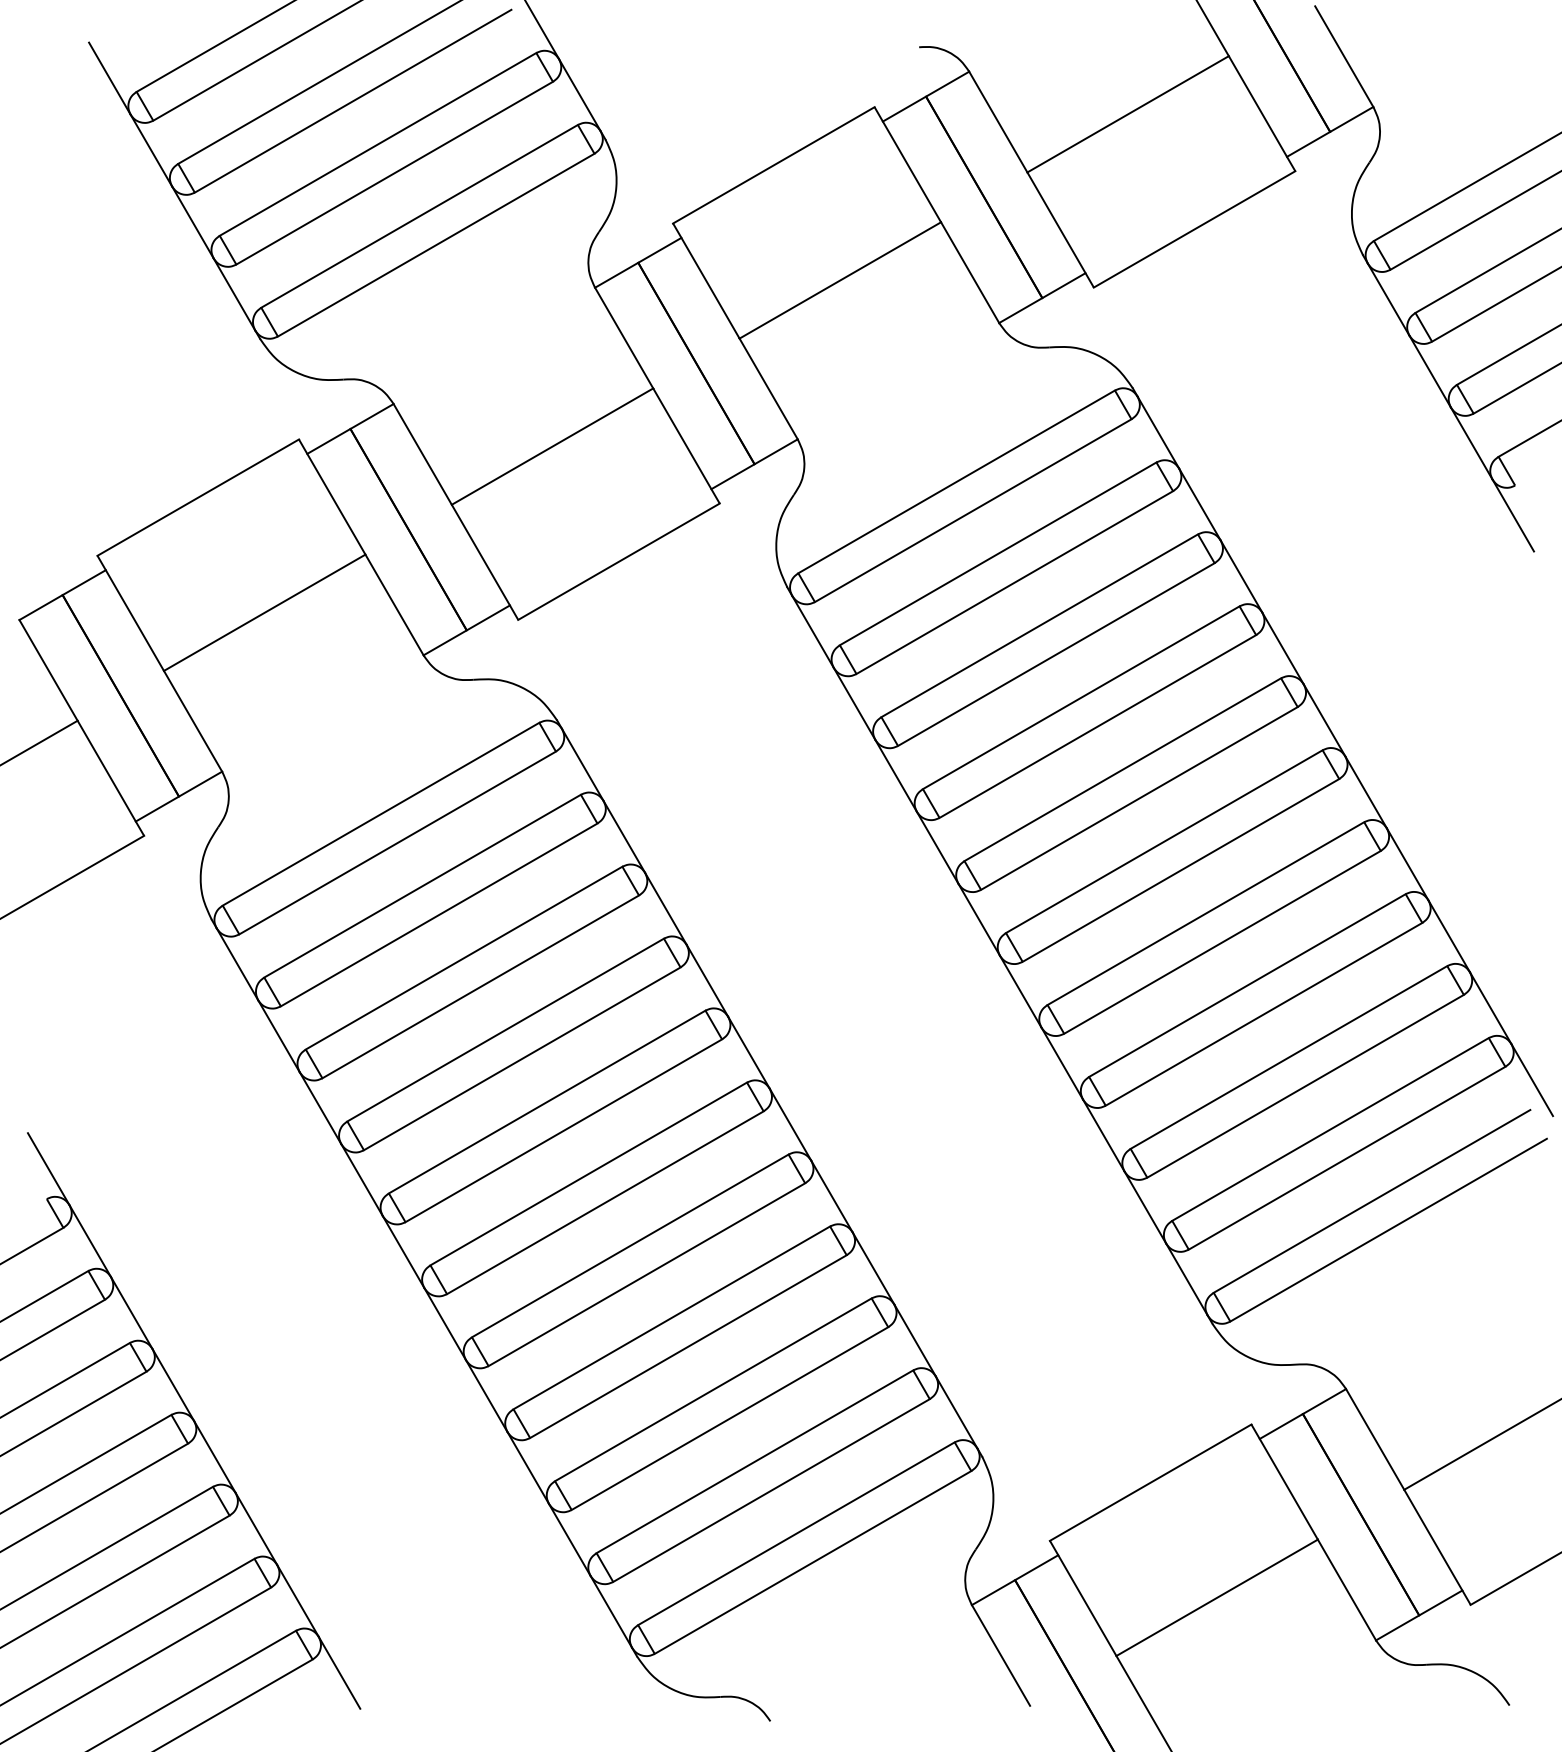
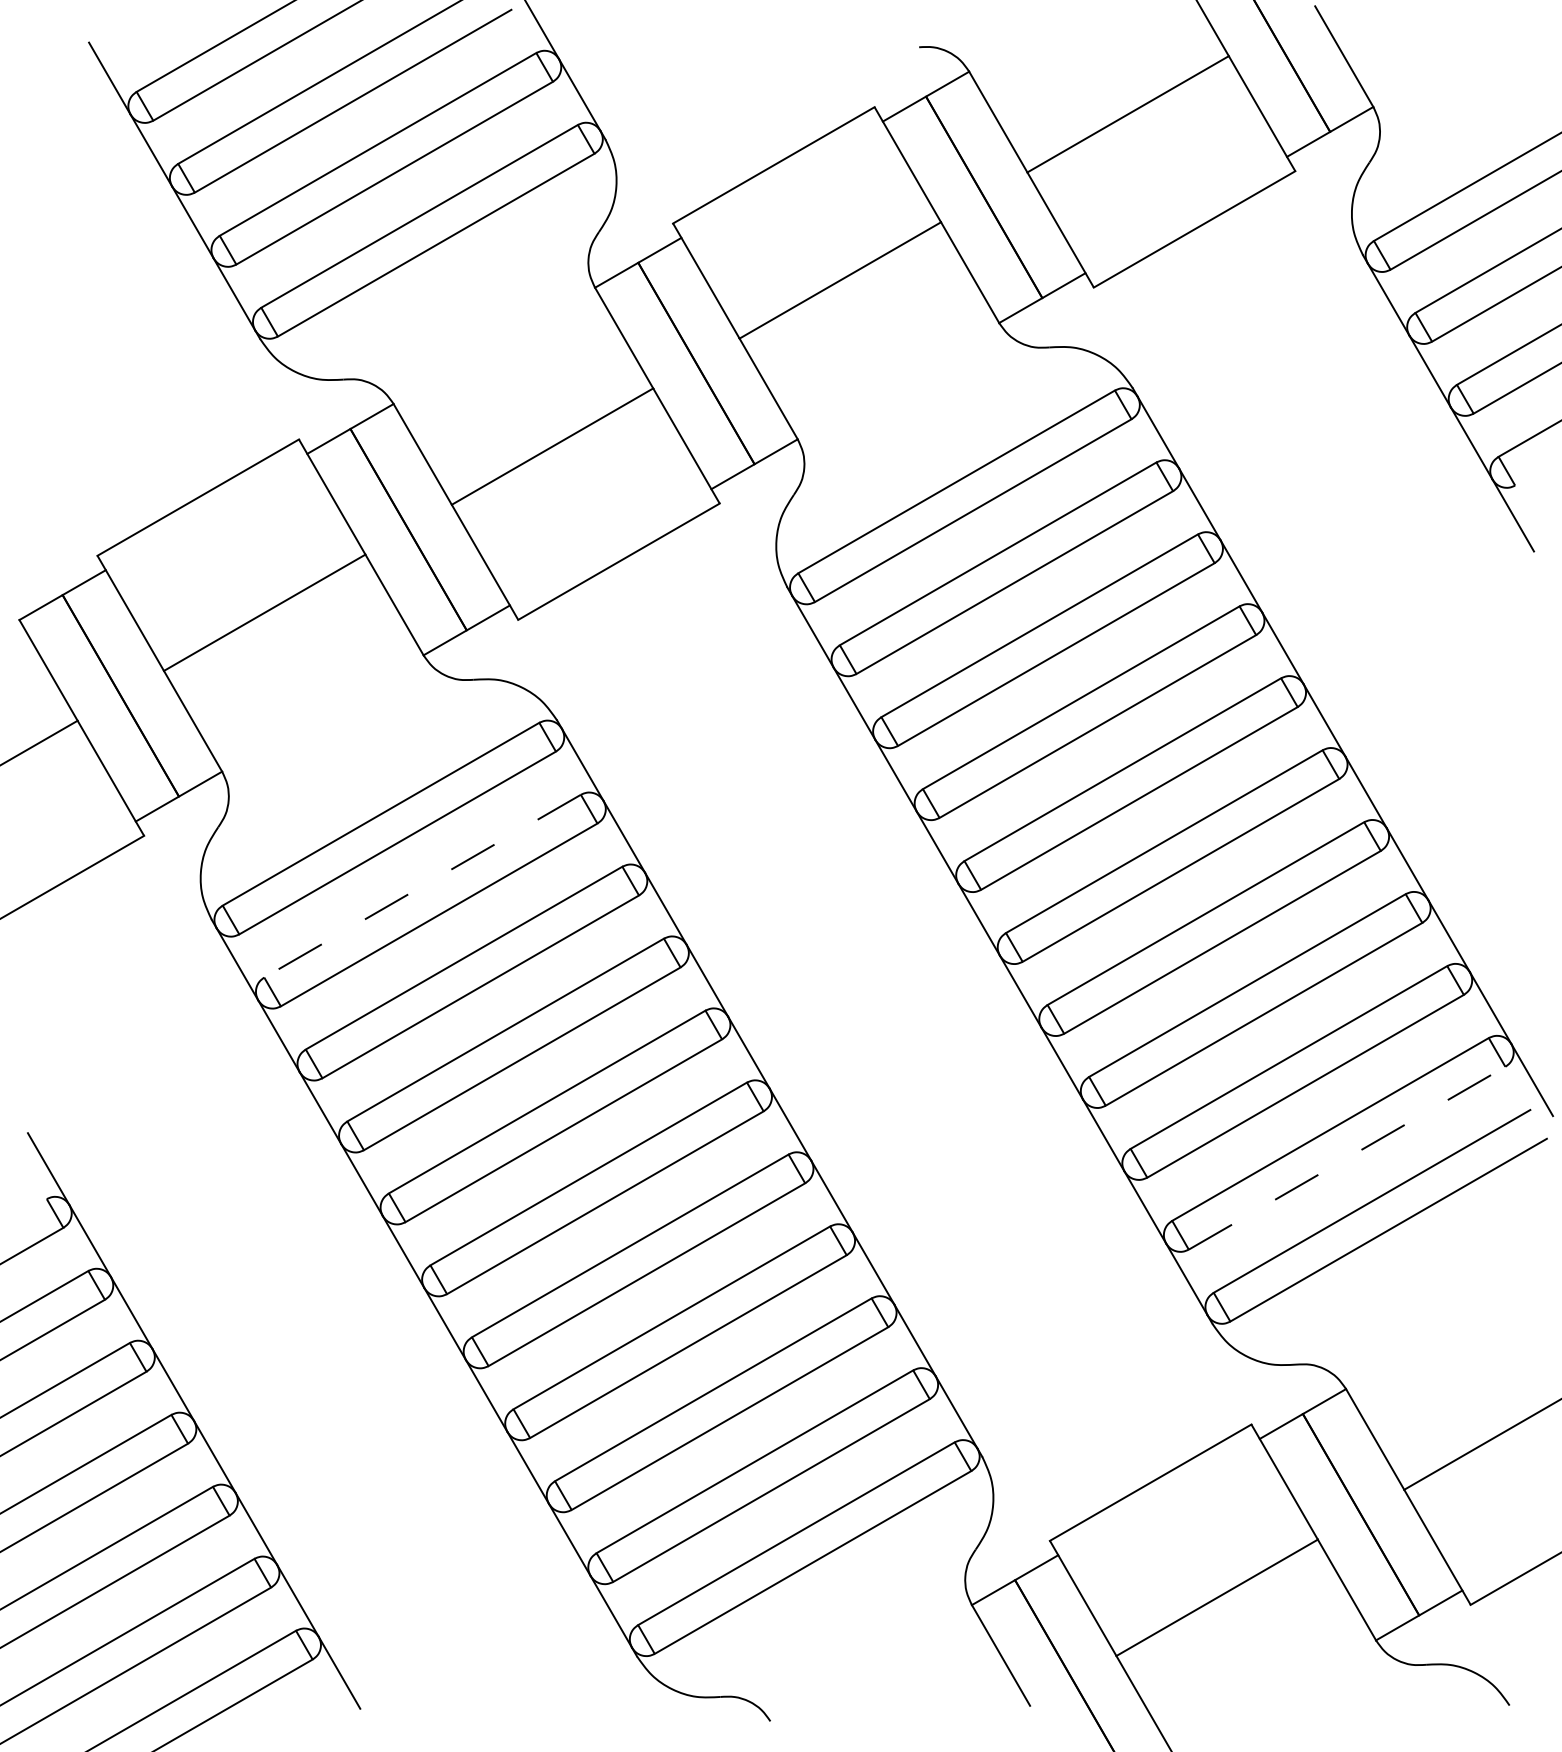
line at (422, 886): solid -> dashed
line at (1347, 1158): solid -> dashed
